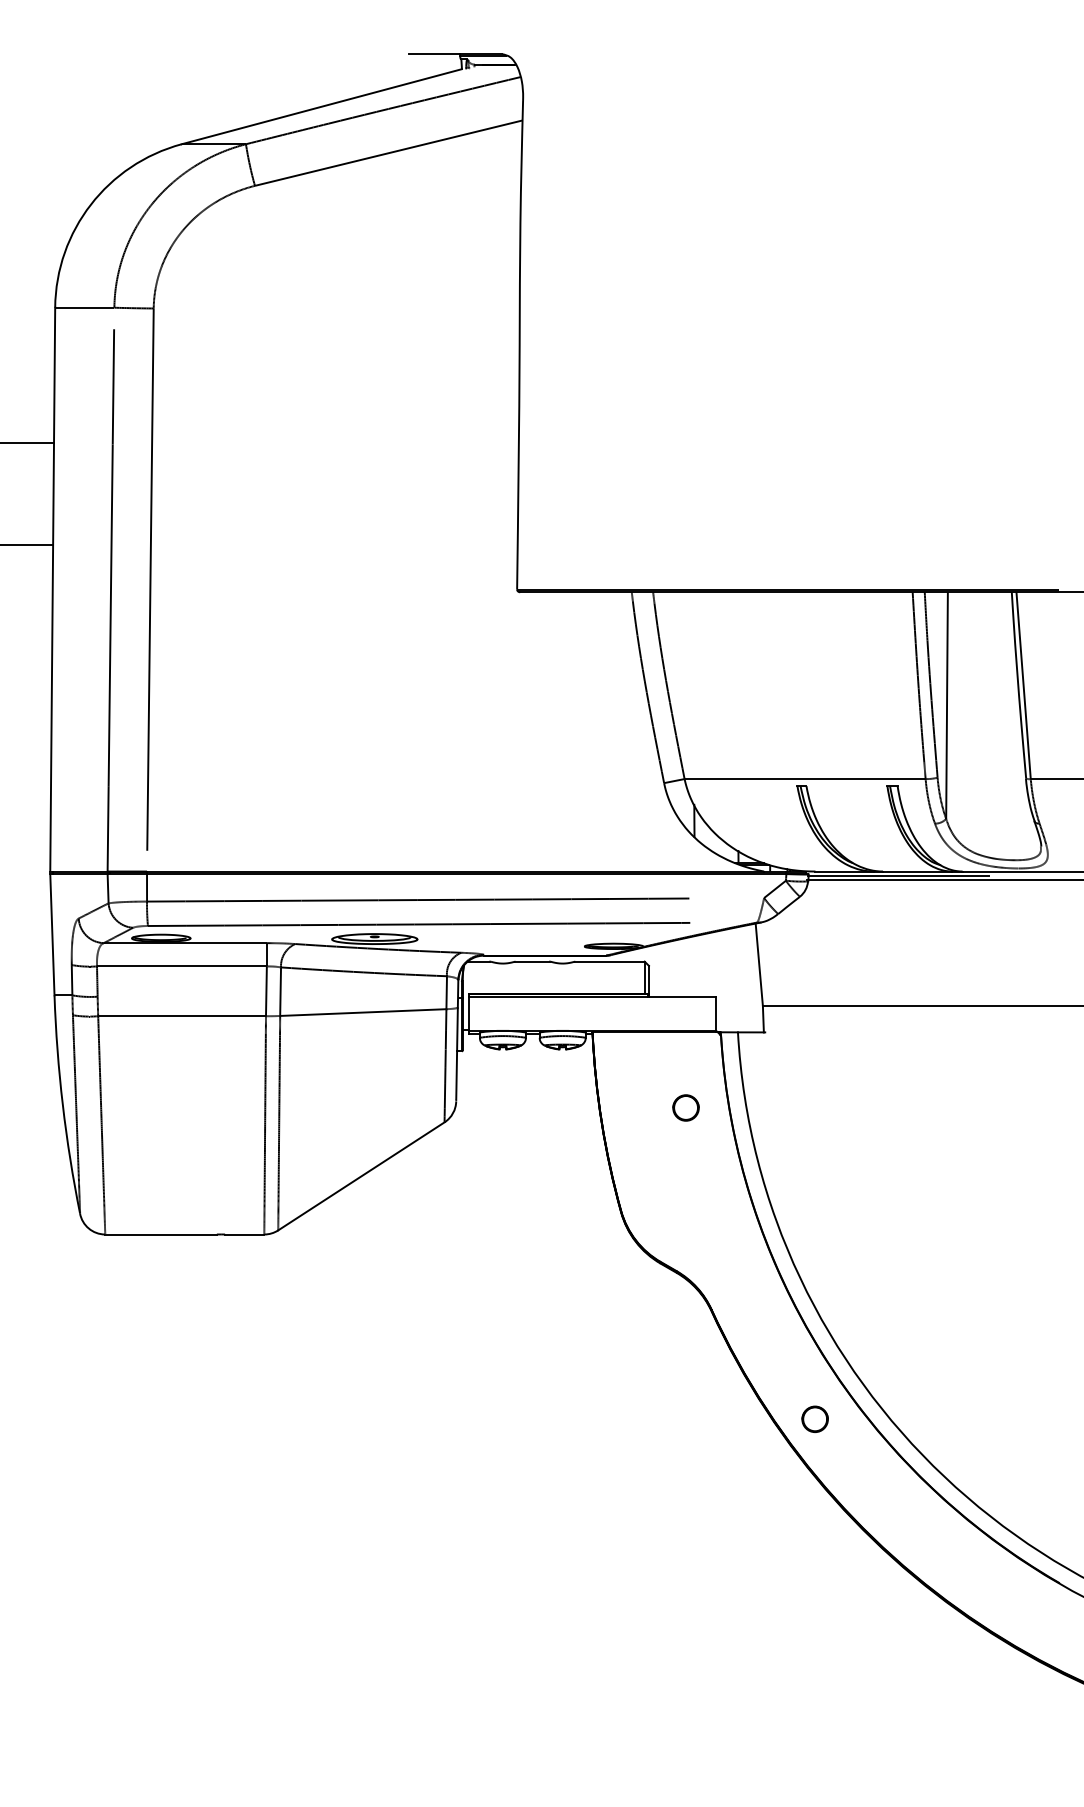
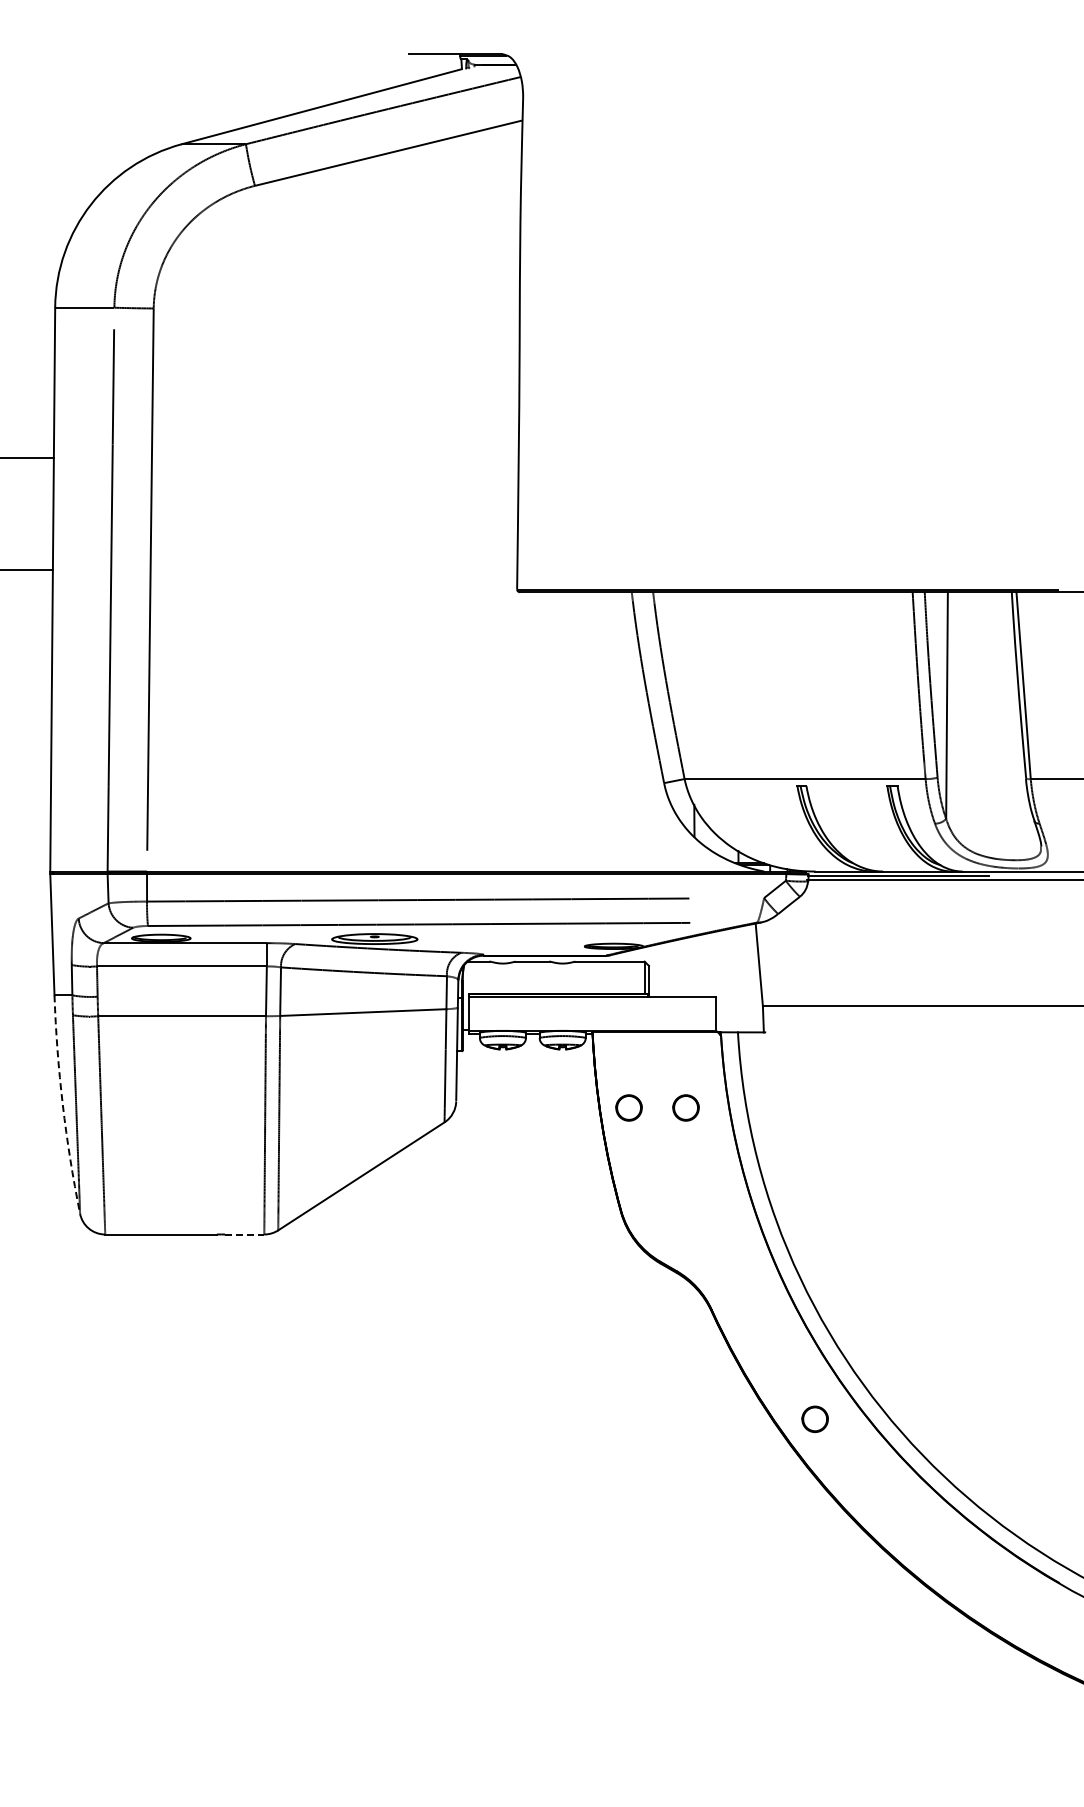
line at (28, 442) position: (28, 442) -> (28, 457)
line at (27, 545) position: (27, 545) -> (27, 570)
arc at (62, 1104): solid -> dashed
circle at (628, 1107): none -> present
line at (245, 1234): solid -> dashed
